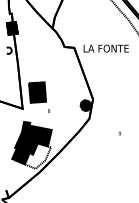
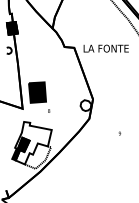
fill at (85, 105): present -> none
fill at (33, 142): present -> none
